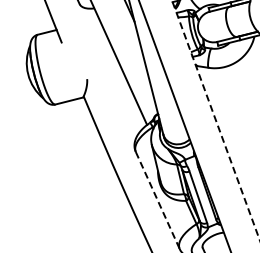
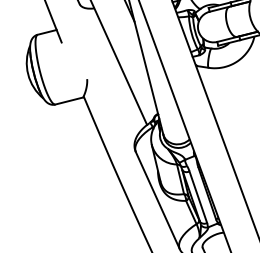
line at (216, 120): dashed -> solid
line at (157, 200): dashed -> solid
